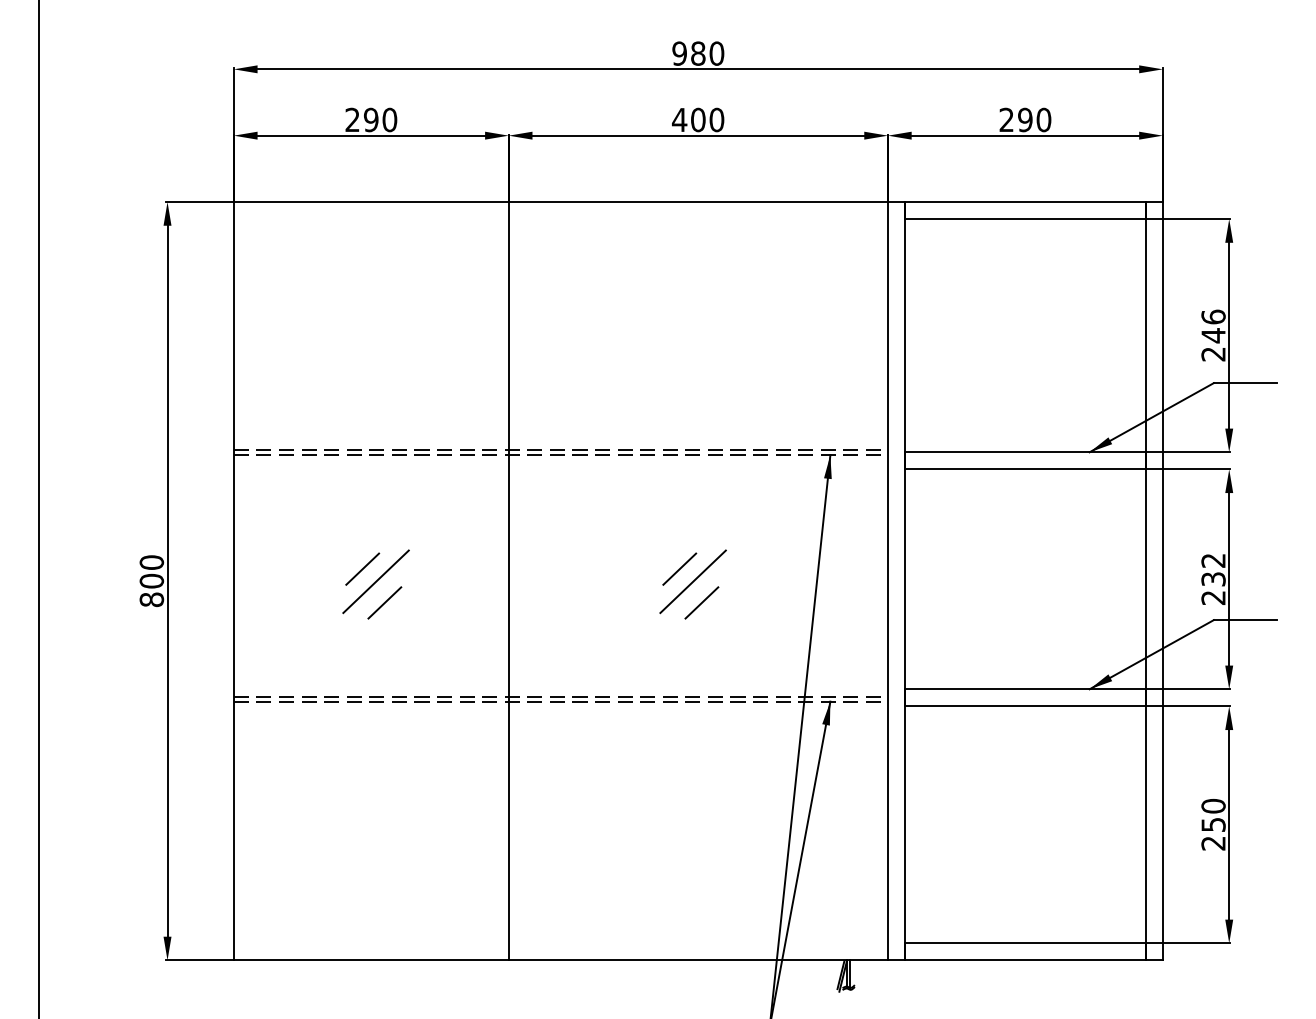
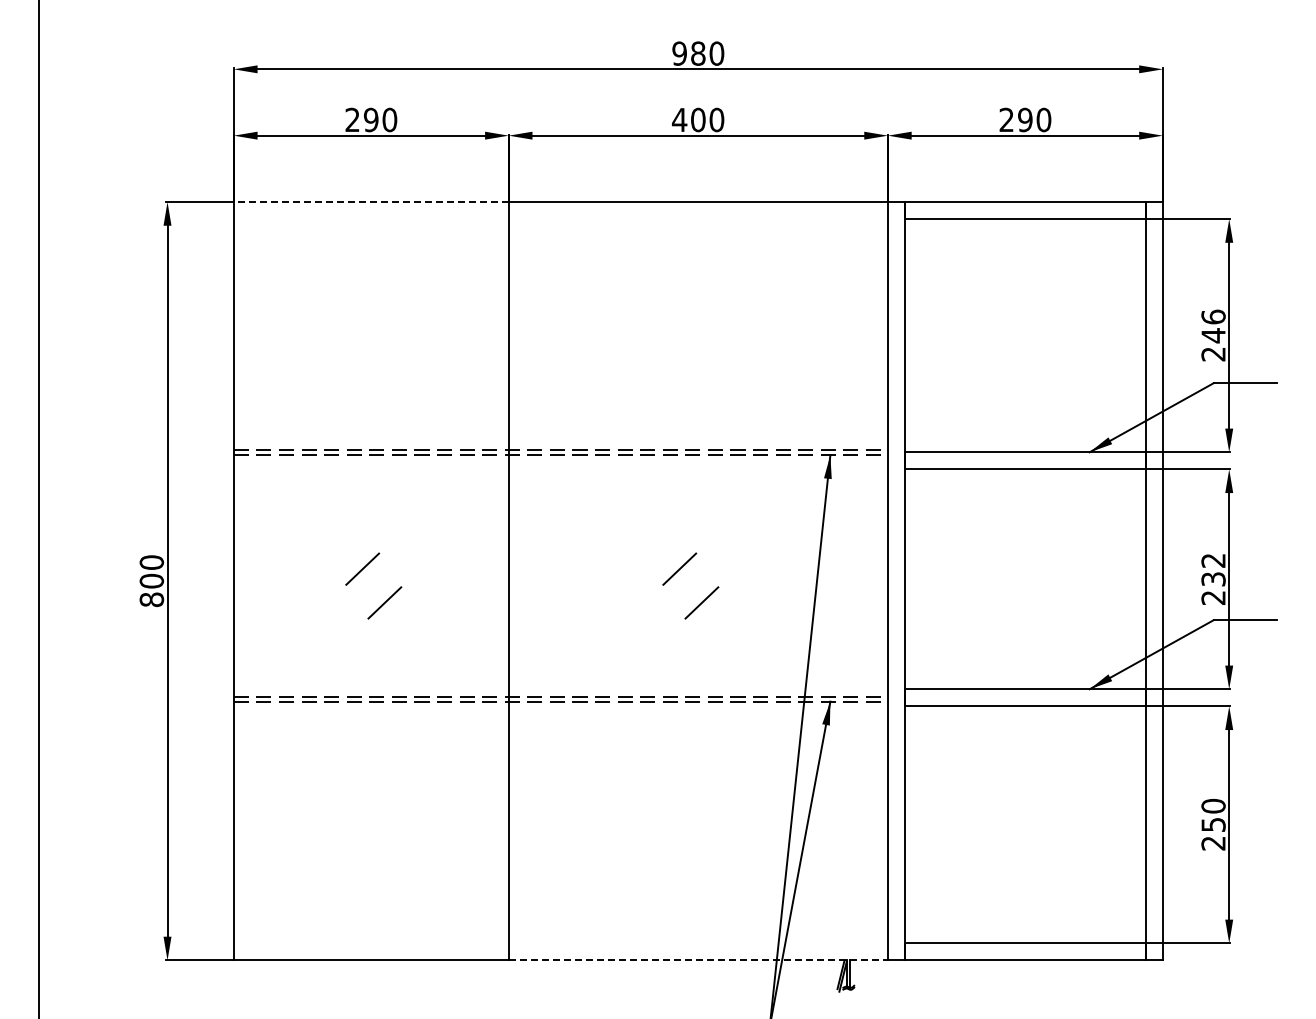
line at (370, 202): solid -> dashed
line at (375, 581): present -> none
line at (692, 581): present -> none
line at (698, 960): solid -> dashed
